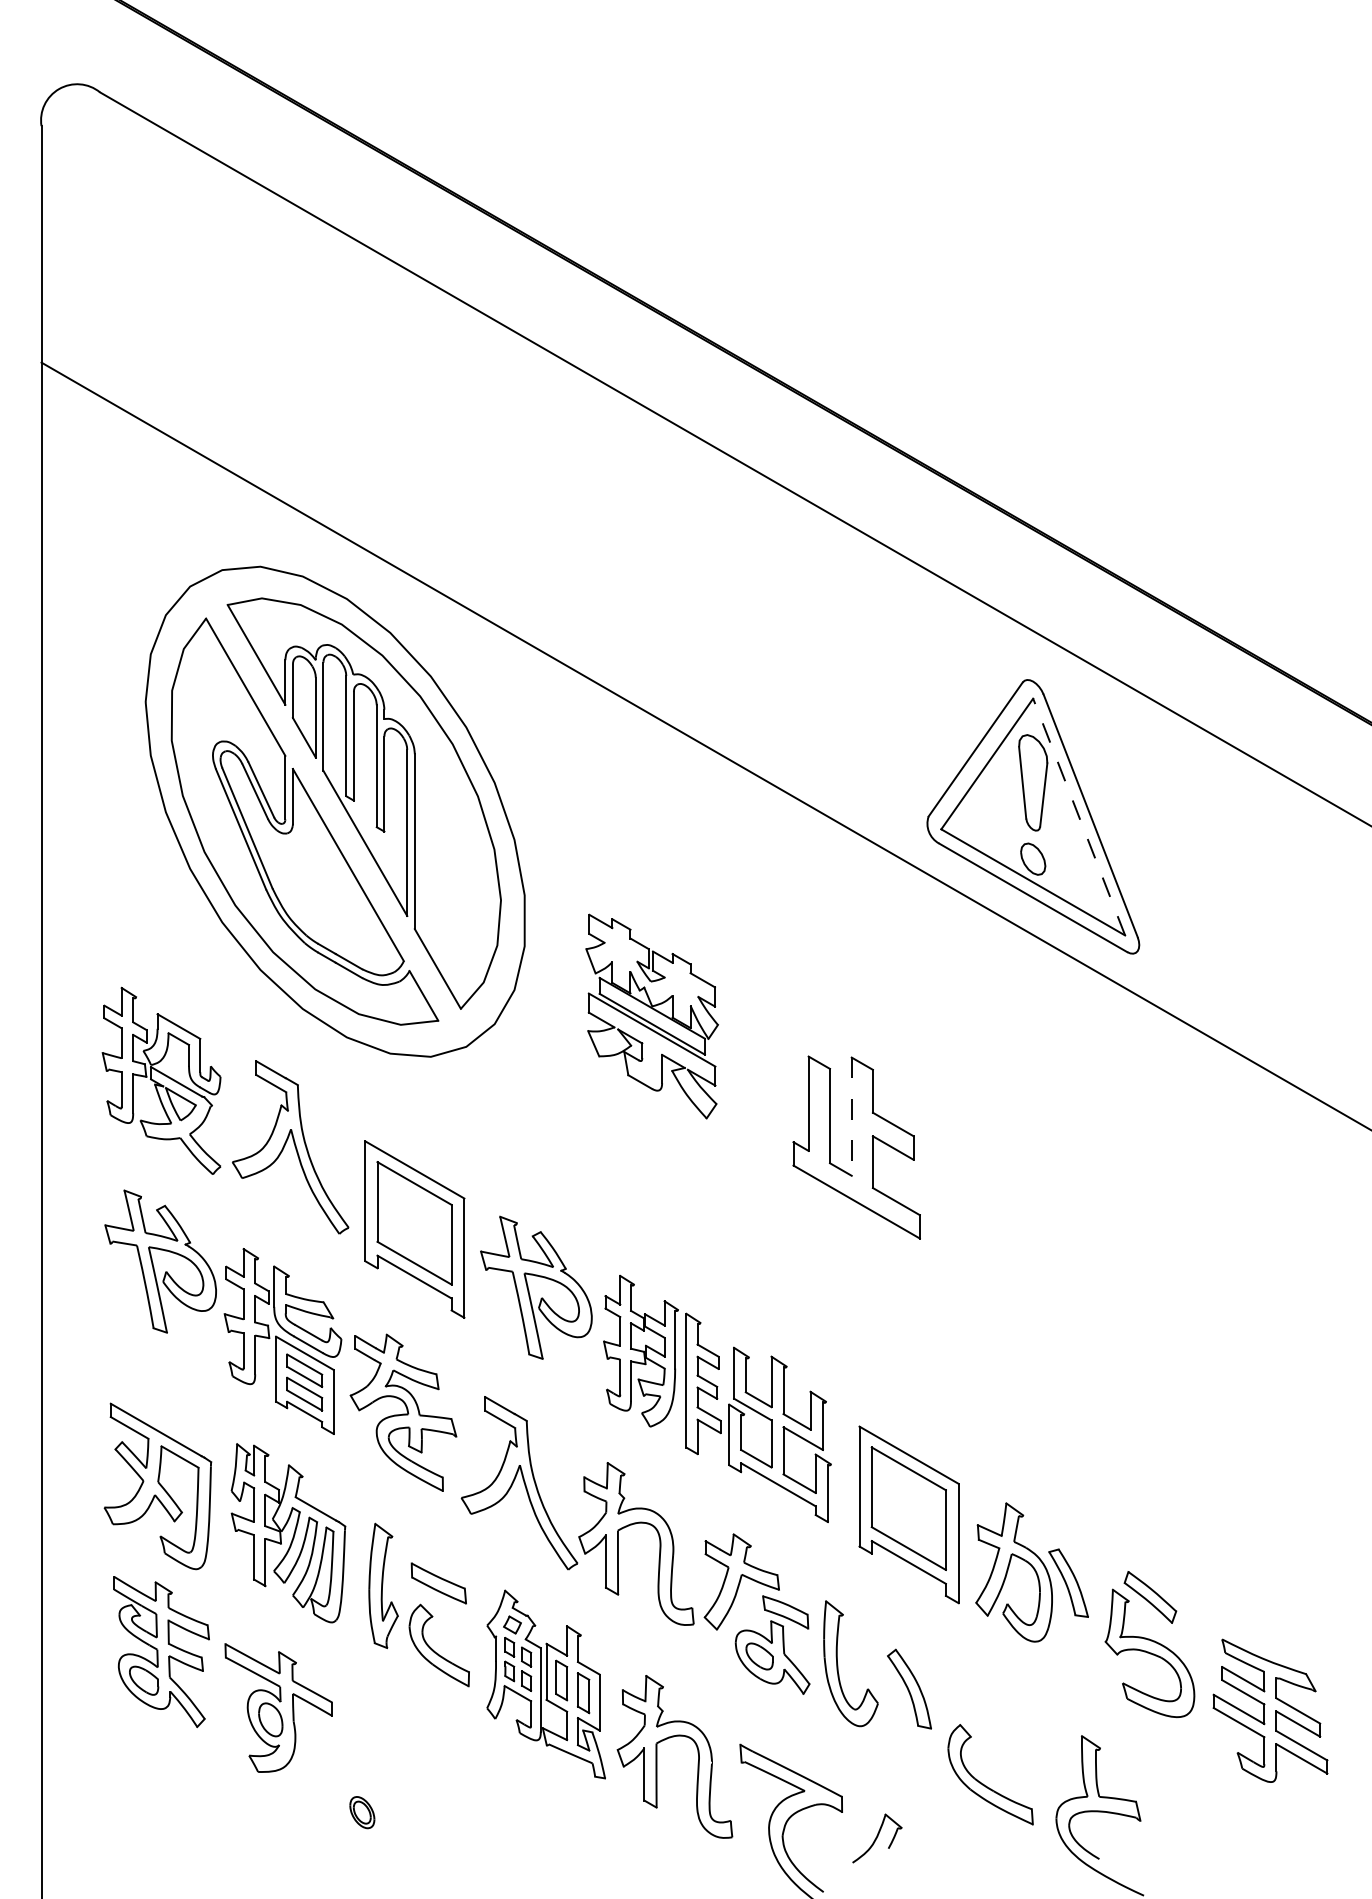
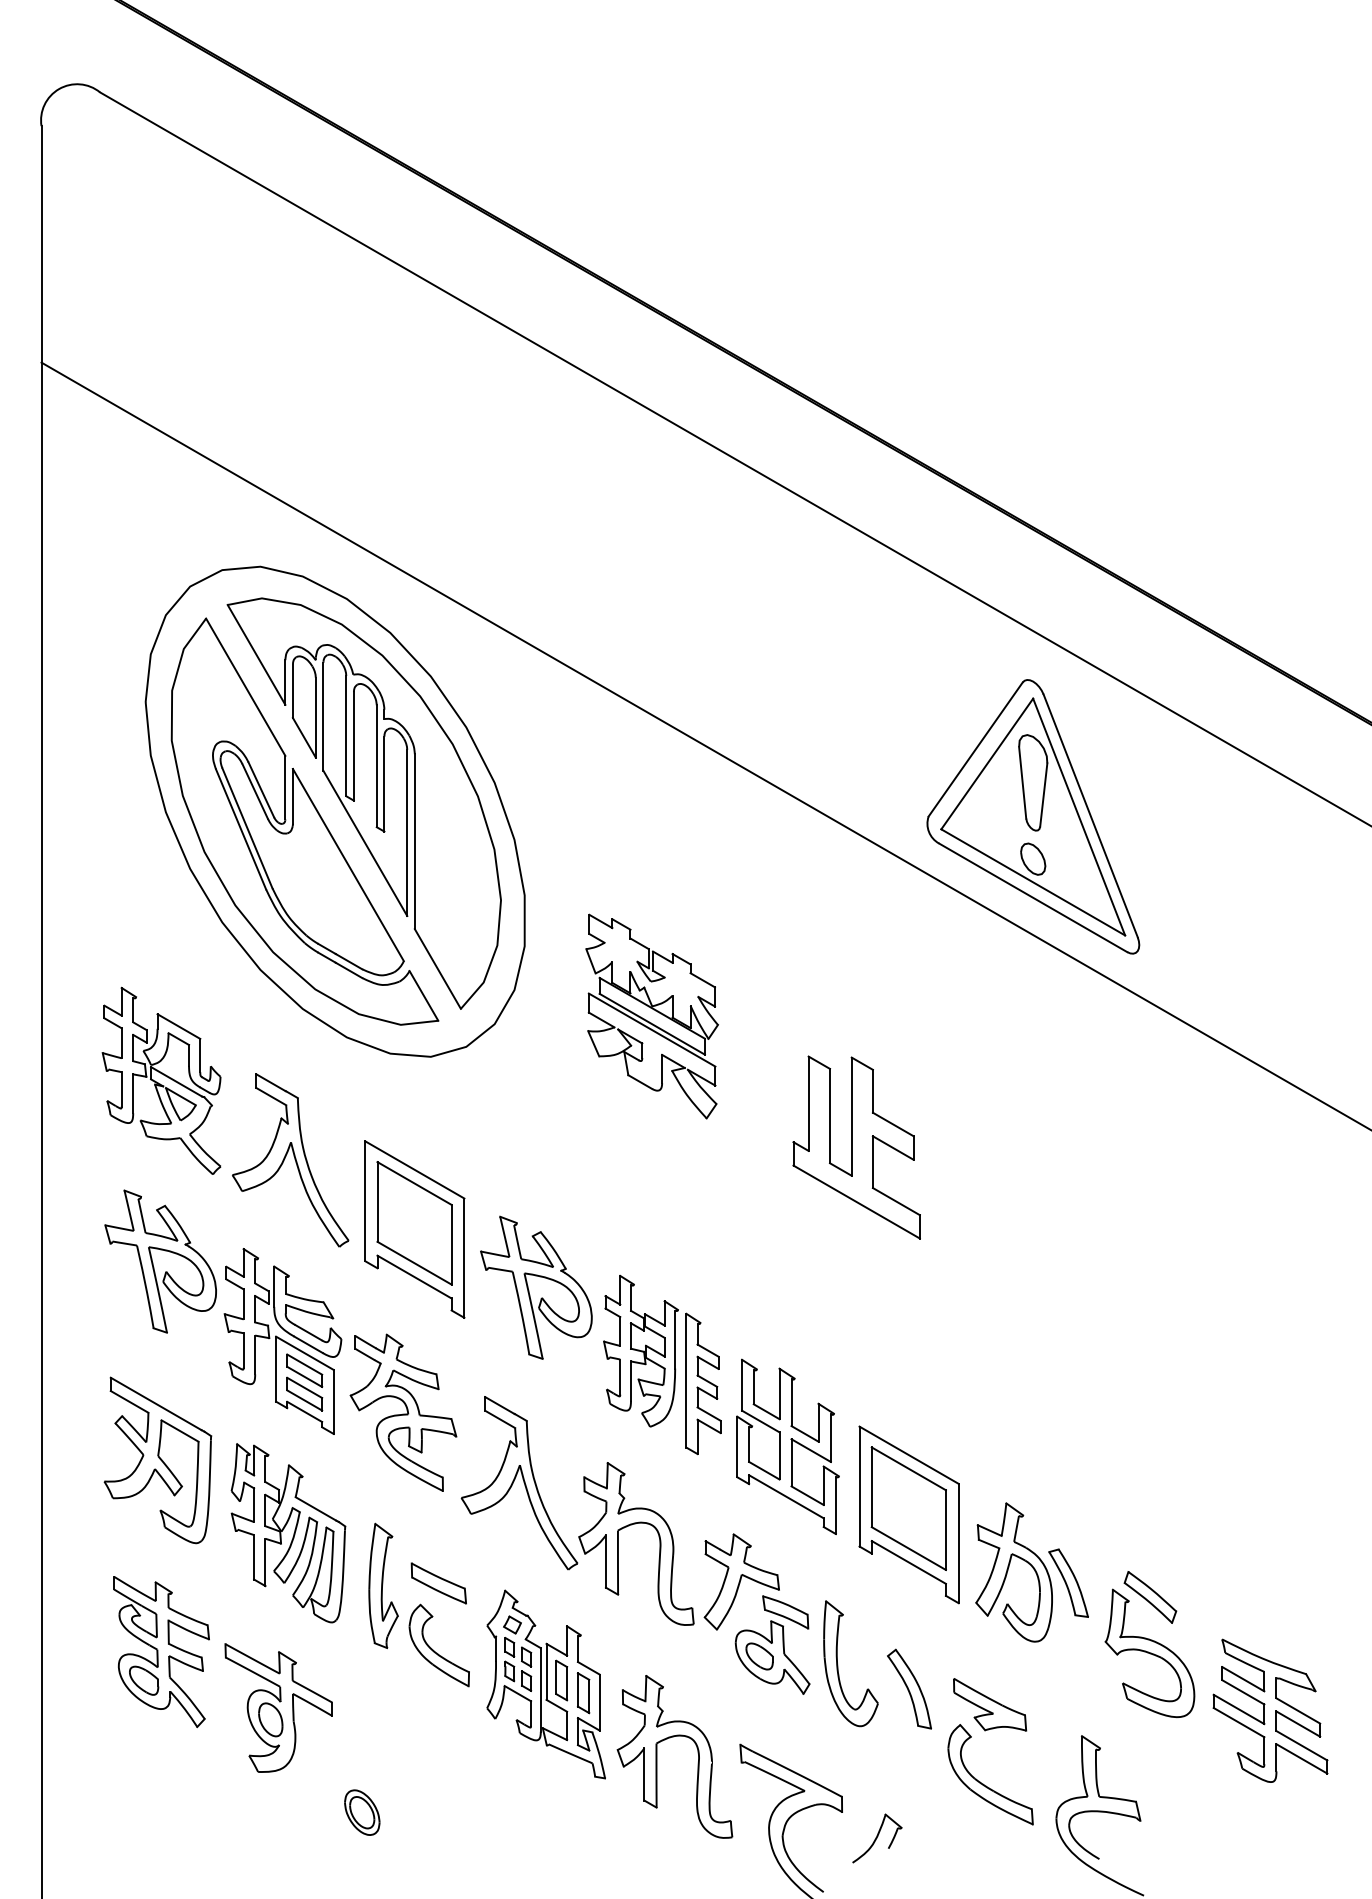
line at (1078, 816): dashed -> solid
line at (851, 1117): dashed -> solid
part at (290, 1147) position: (290, 1147) -> (290, 1160)
part at (779, 1434) position: (779, 1434) -> (787, 1446)
part at (157, 1486) position: (157, 1486) -> (157, 1460)
part at (990, 1704): none -> present
part at (362, 1812) size: 27x34 px -> 37x47 px
